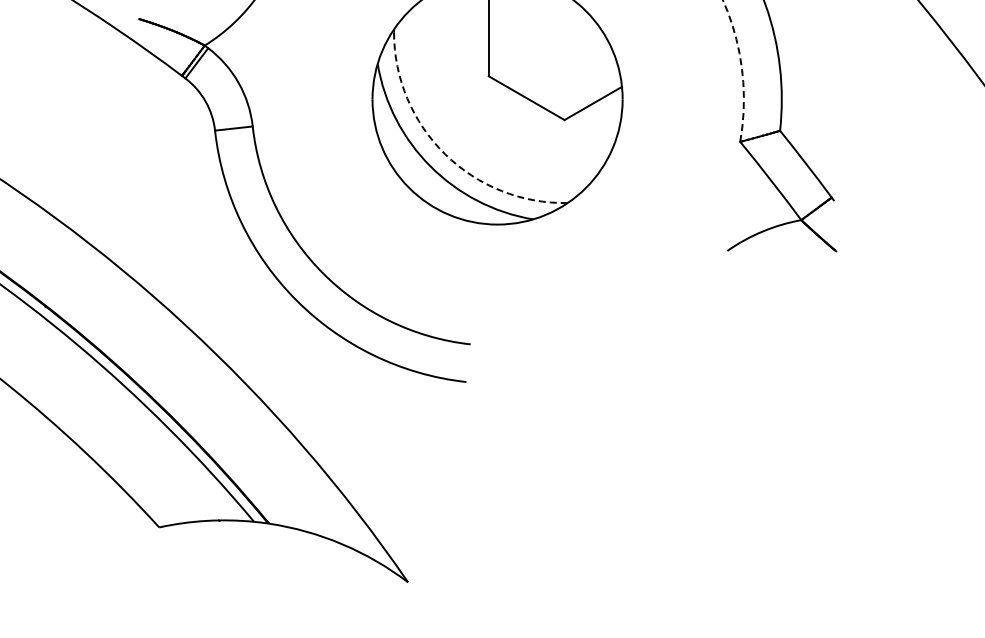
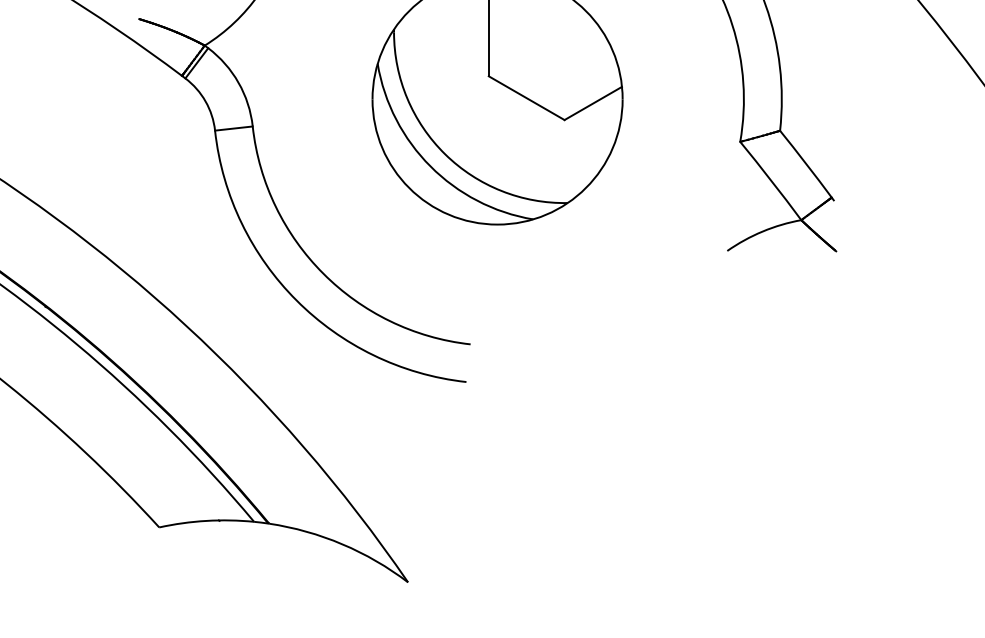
arc at (742, 69): dashed -> solid
arc at (445, 154): dashed -> solid
